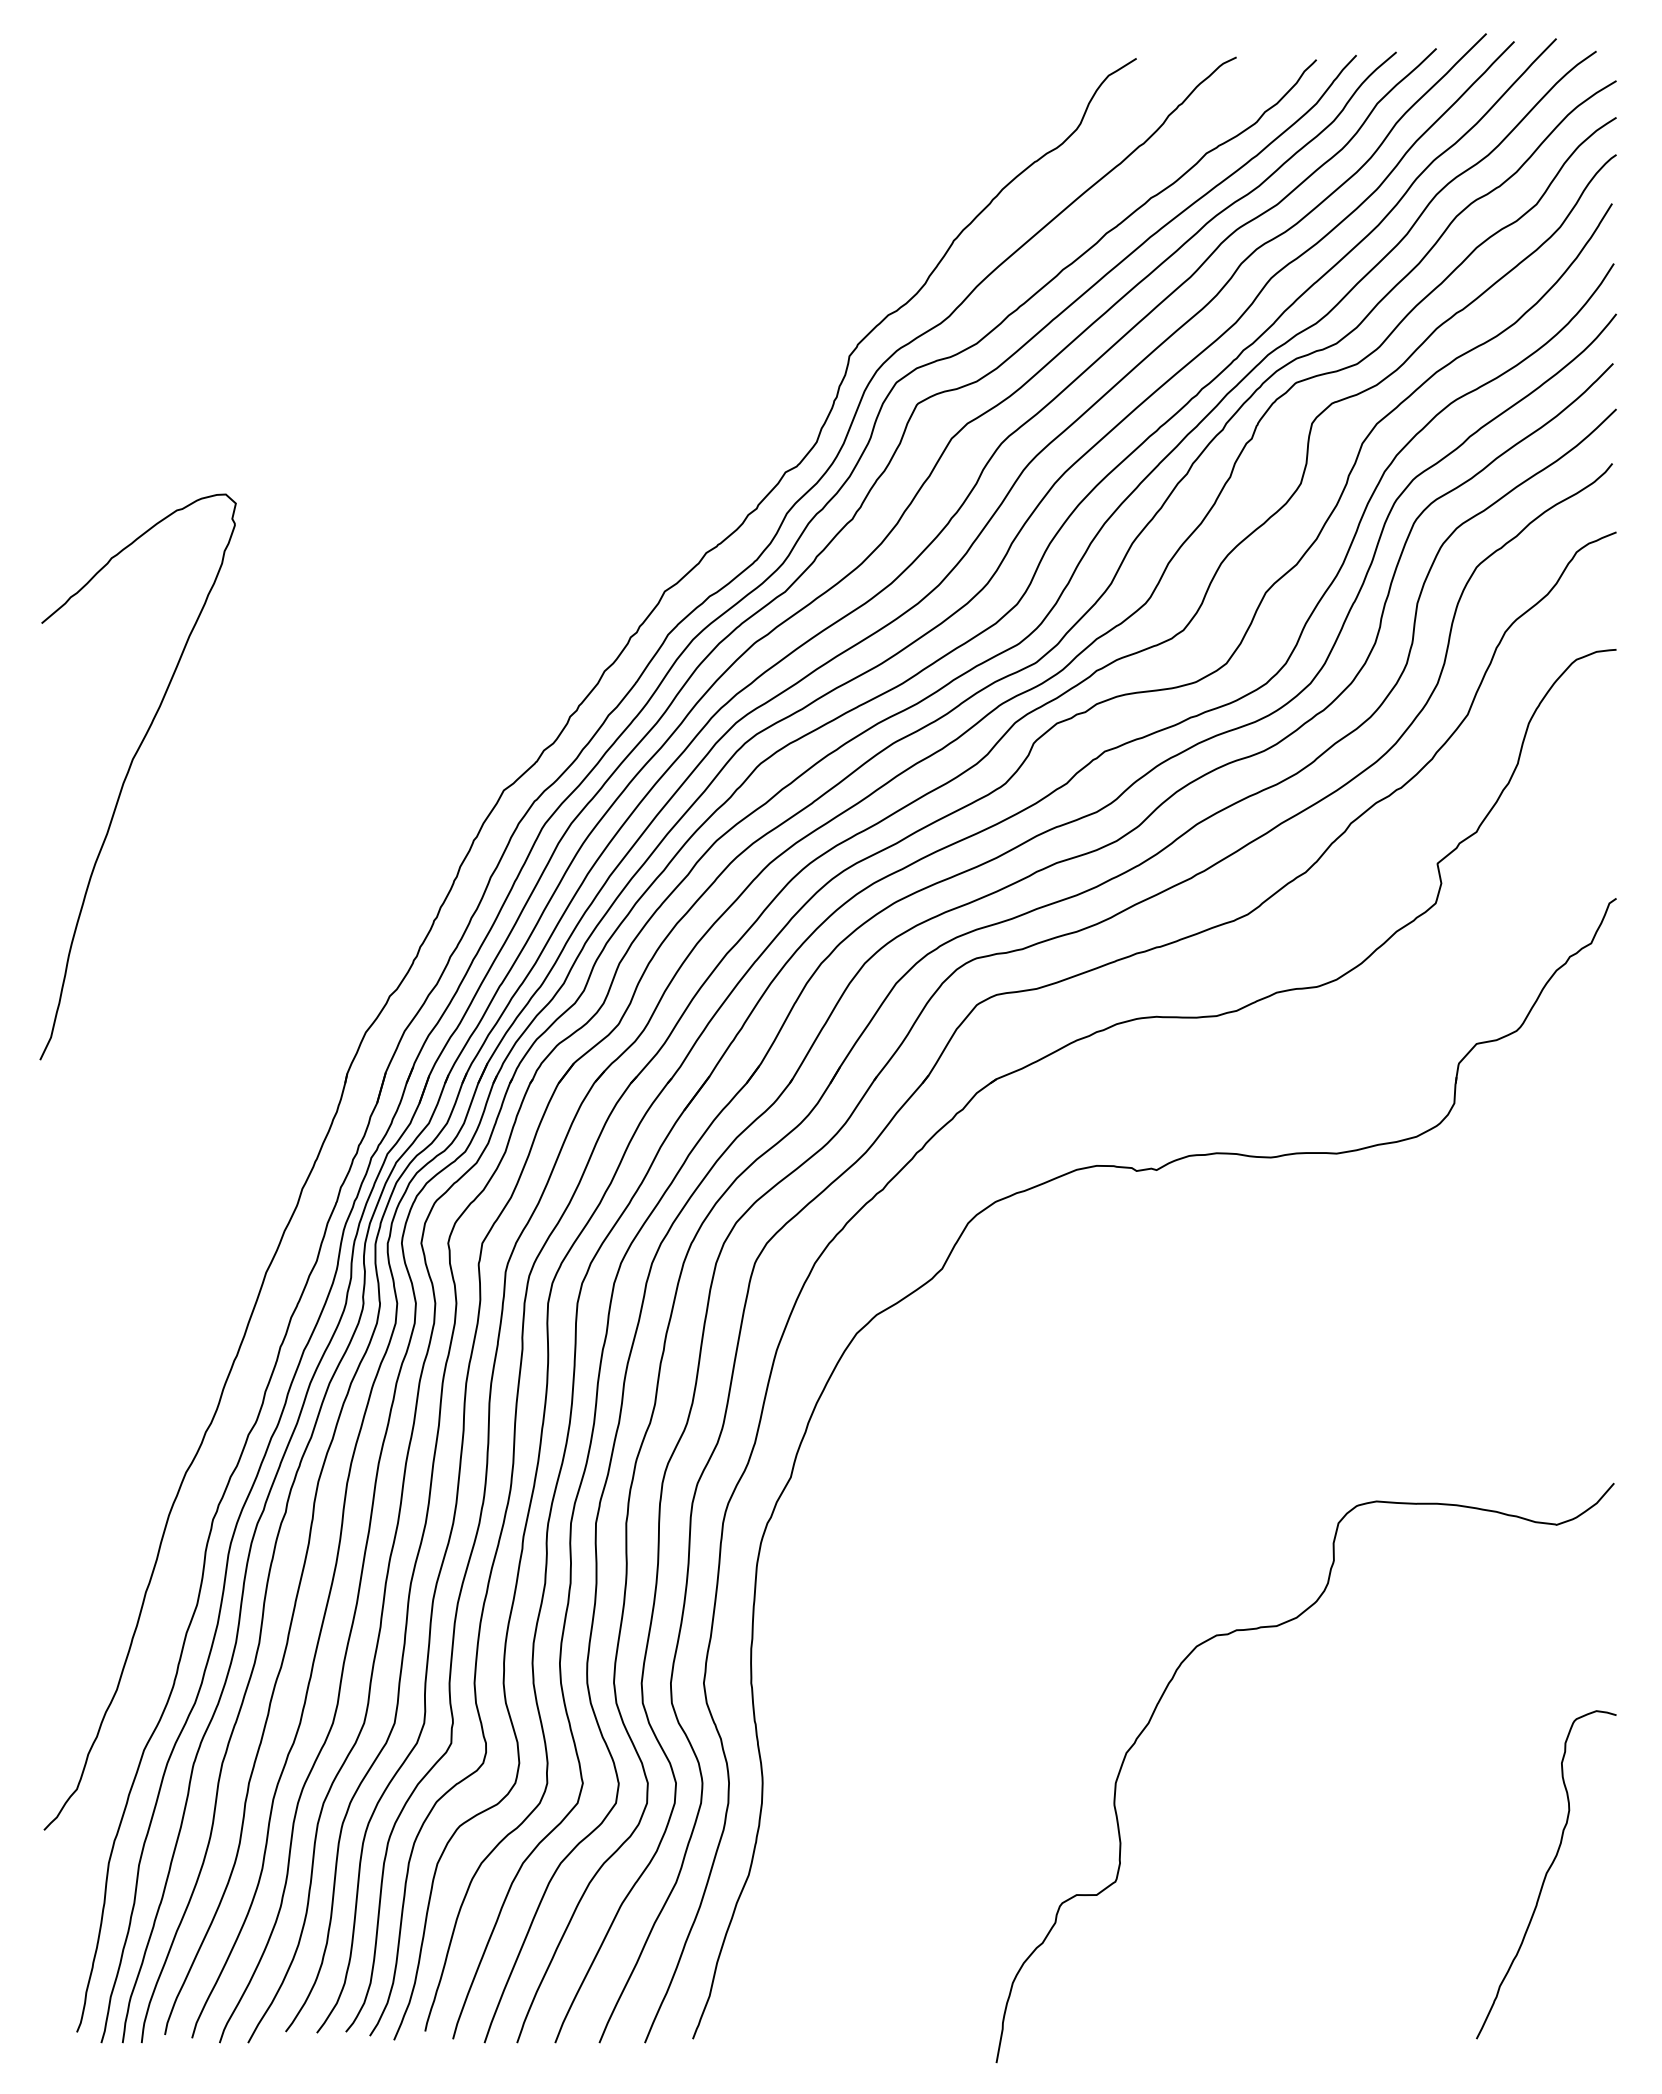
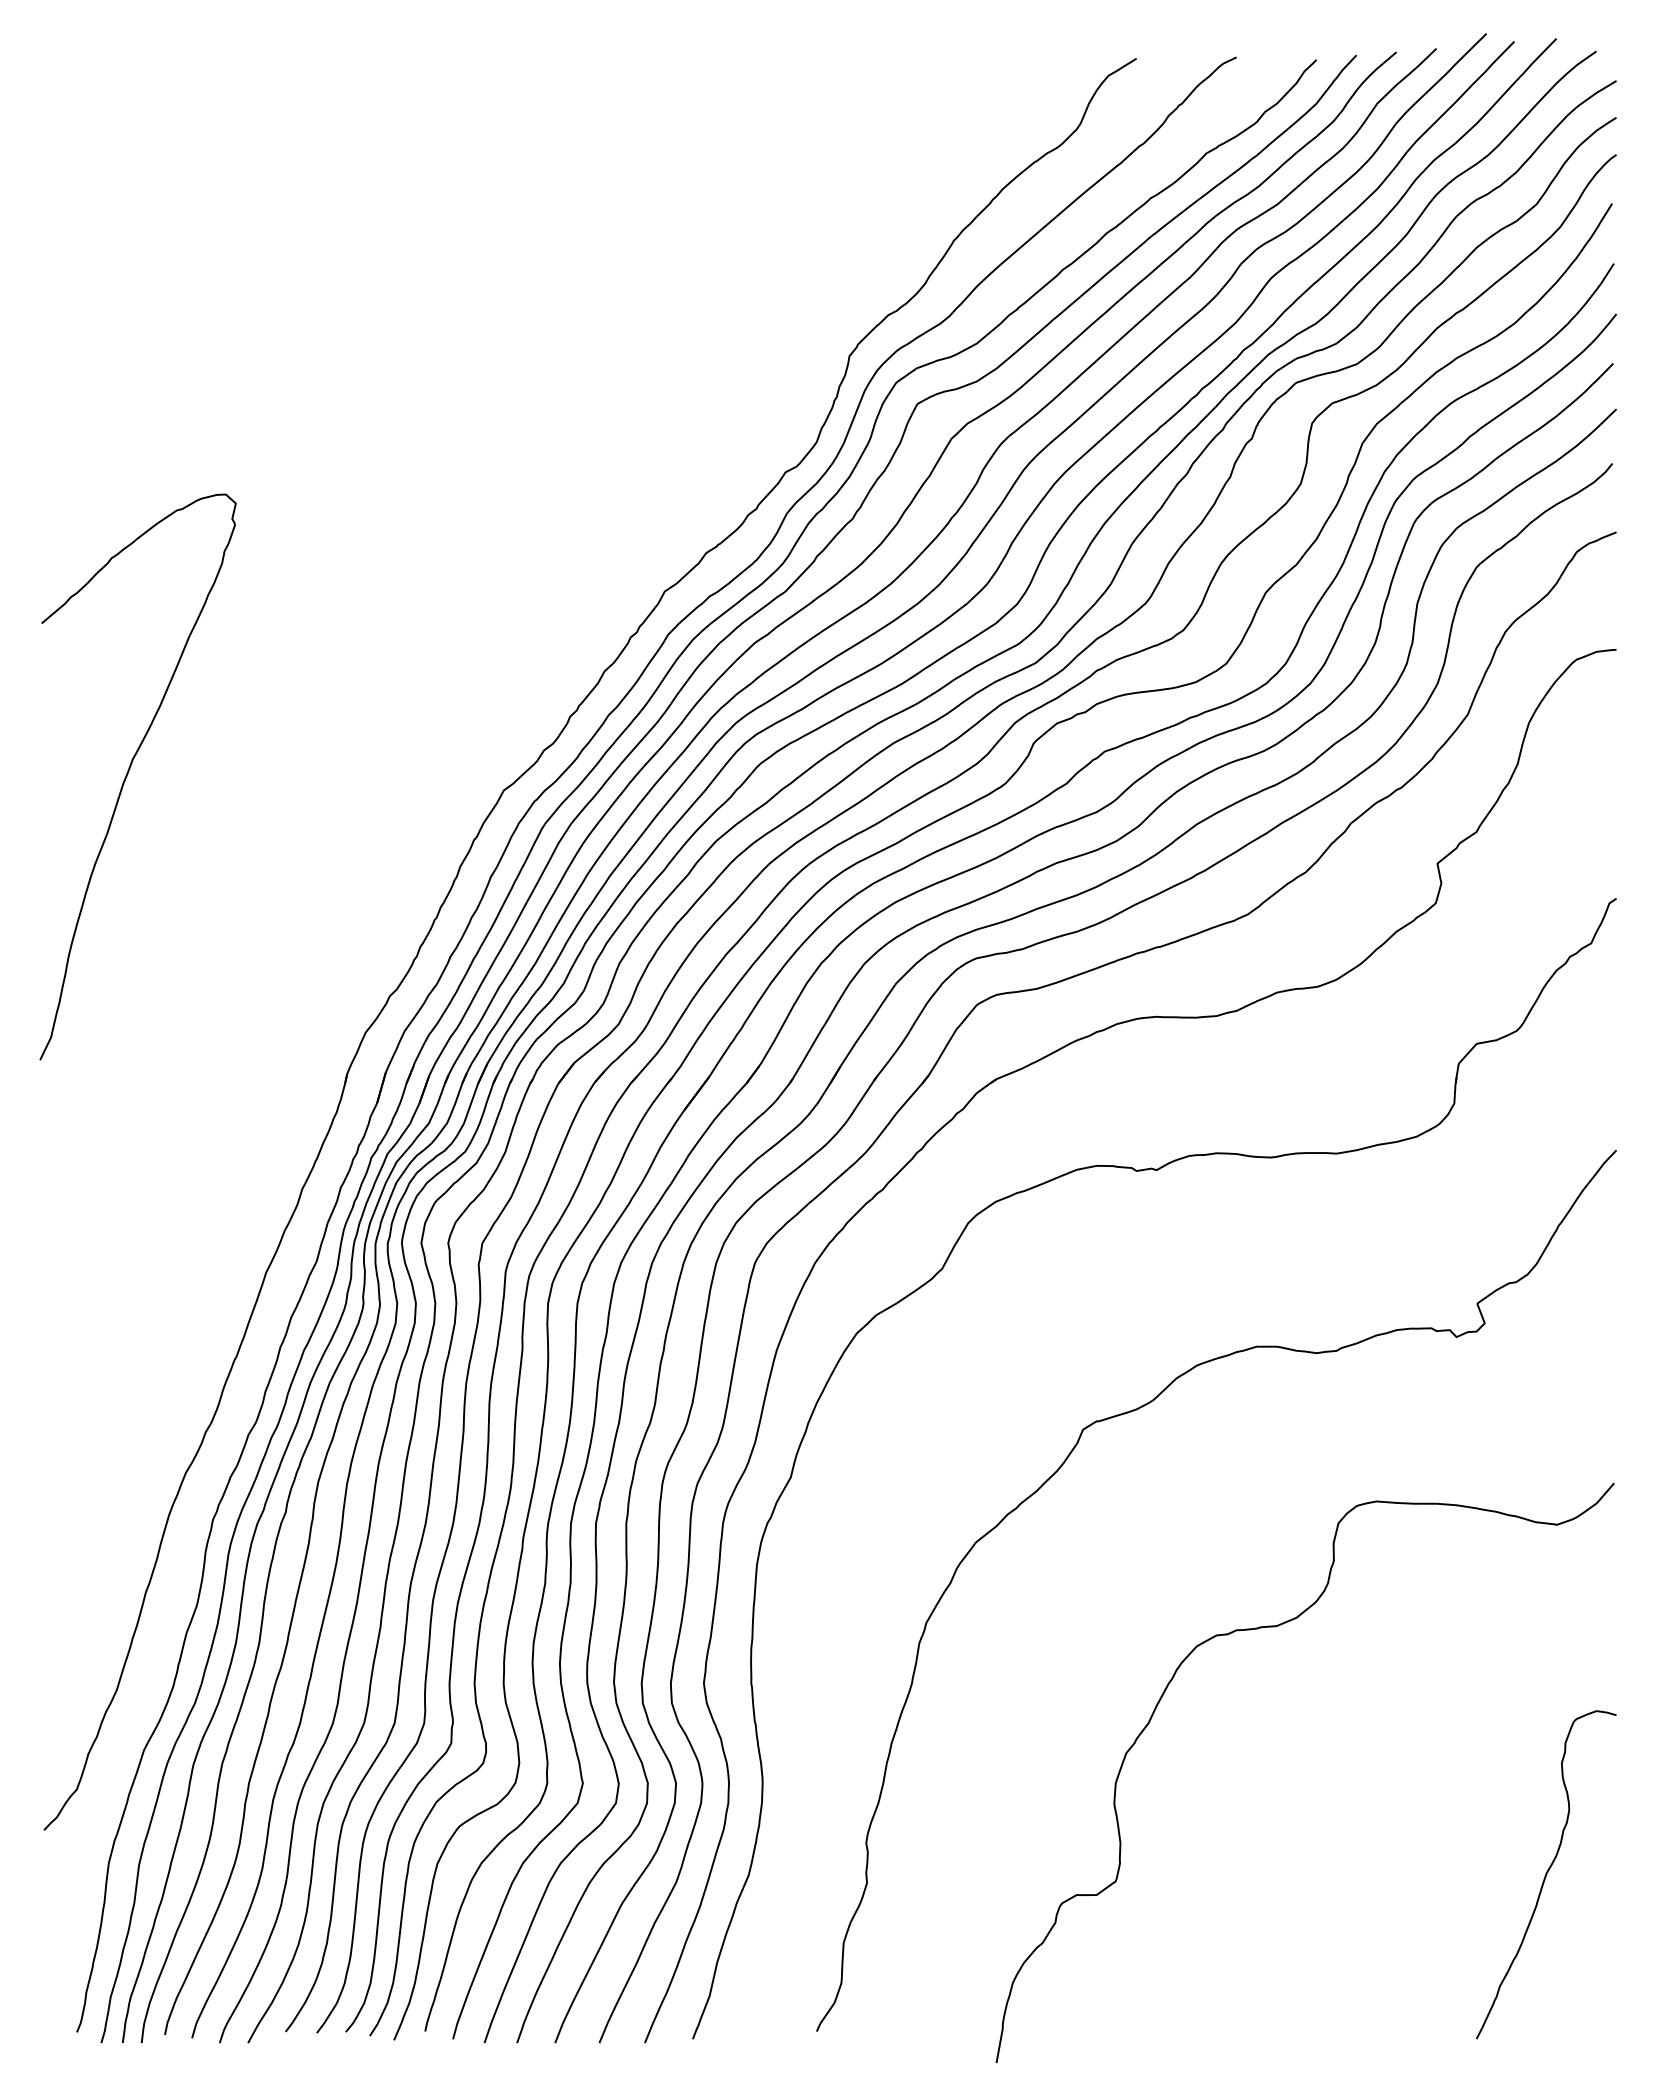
curve at (1134, 1411): none -> present
